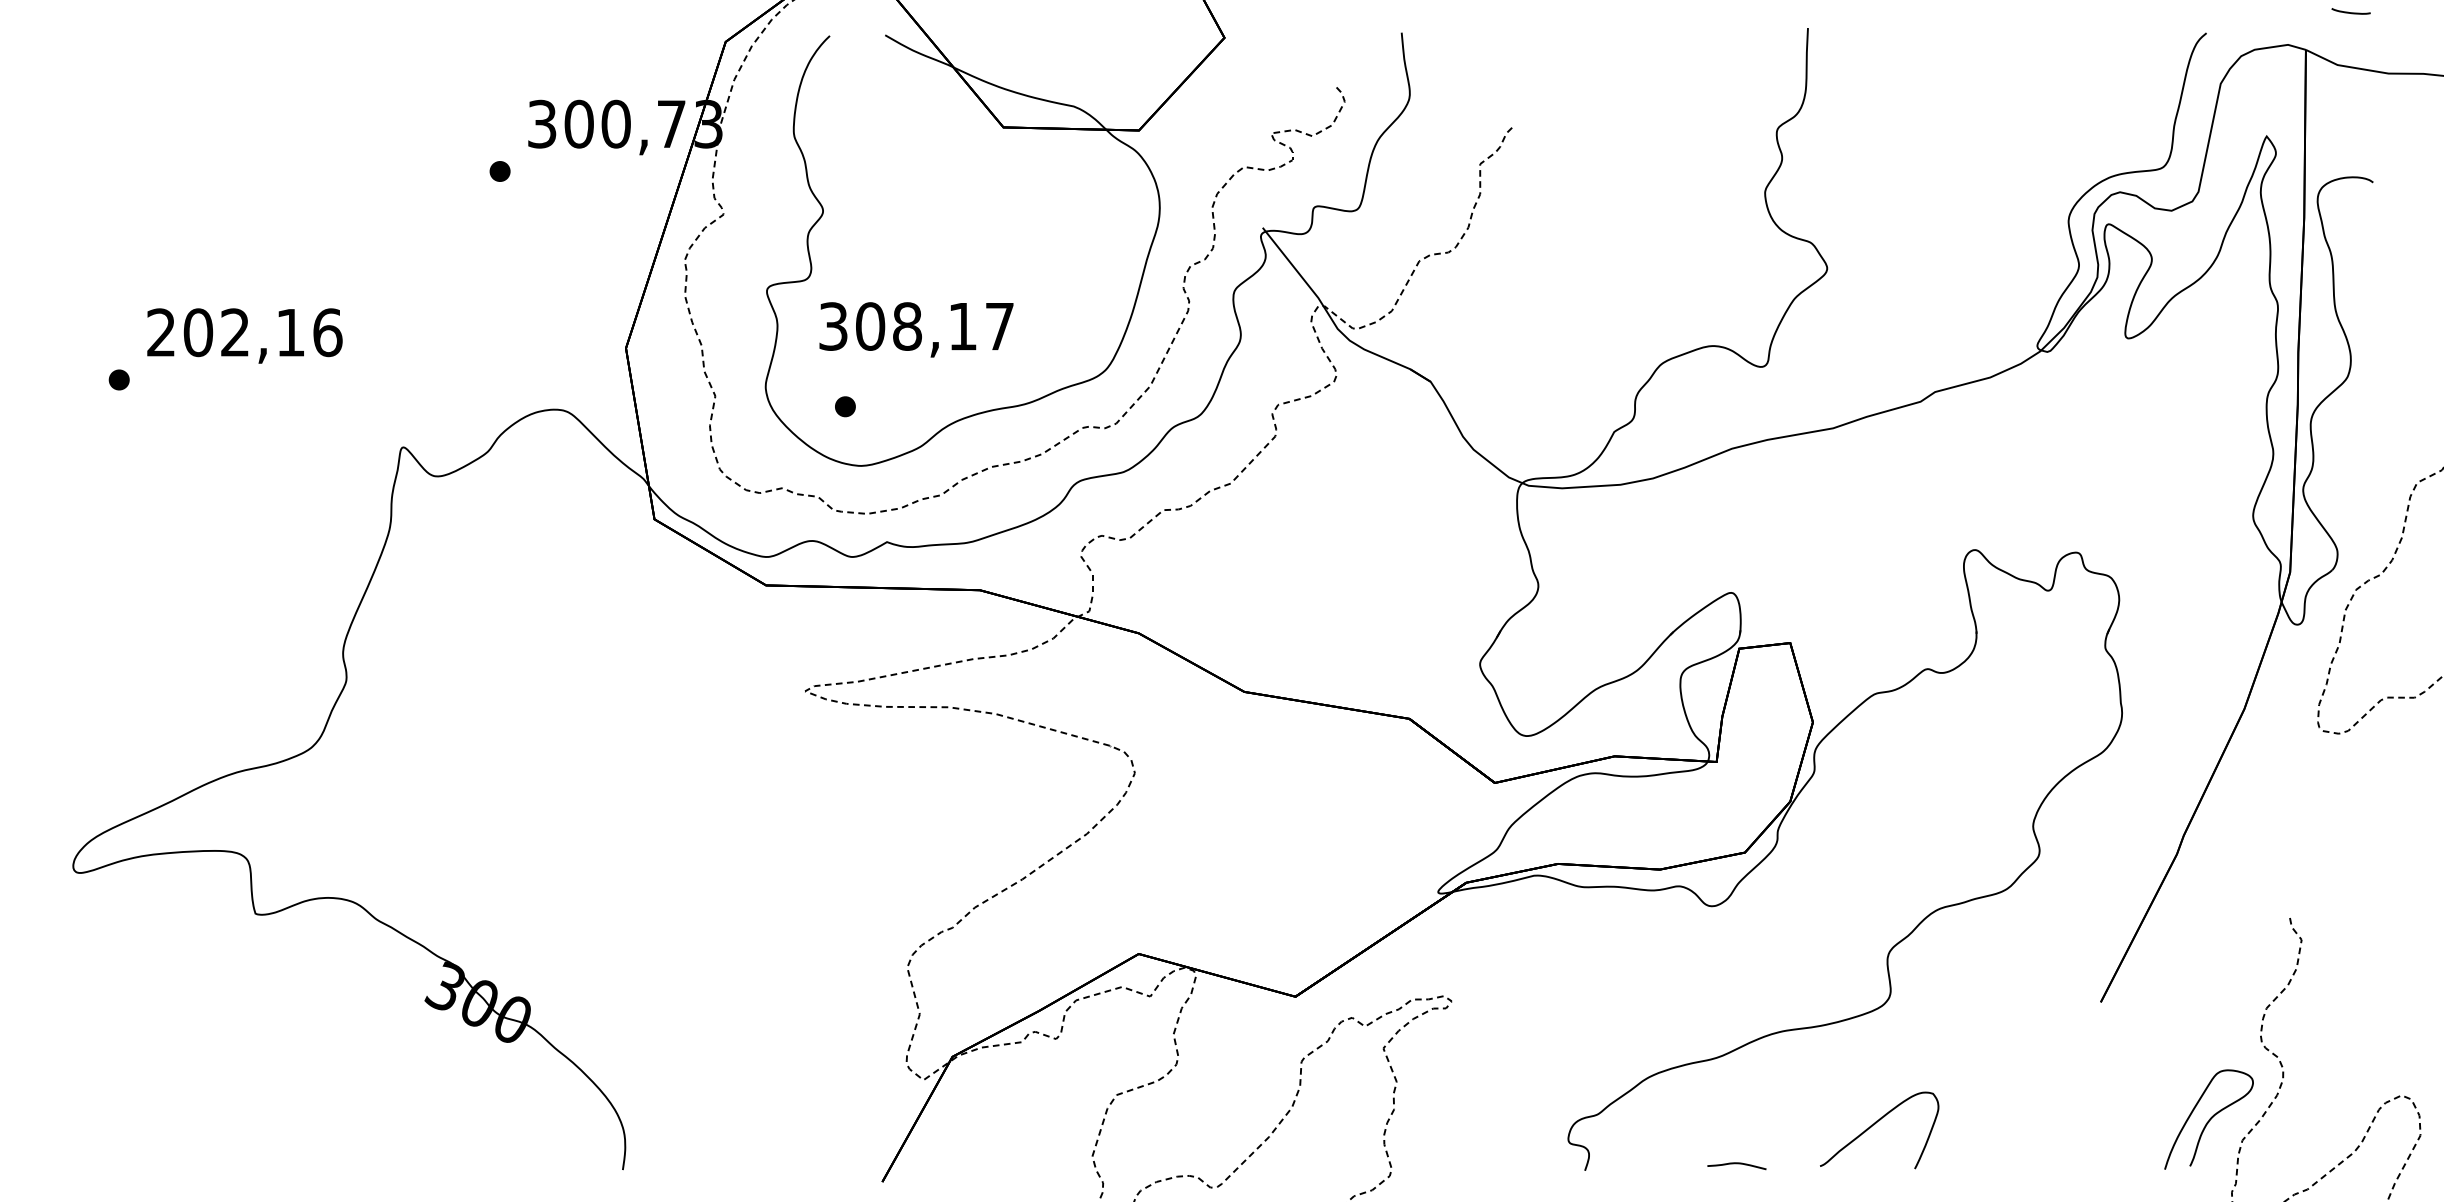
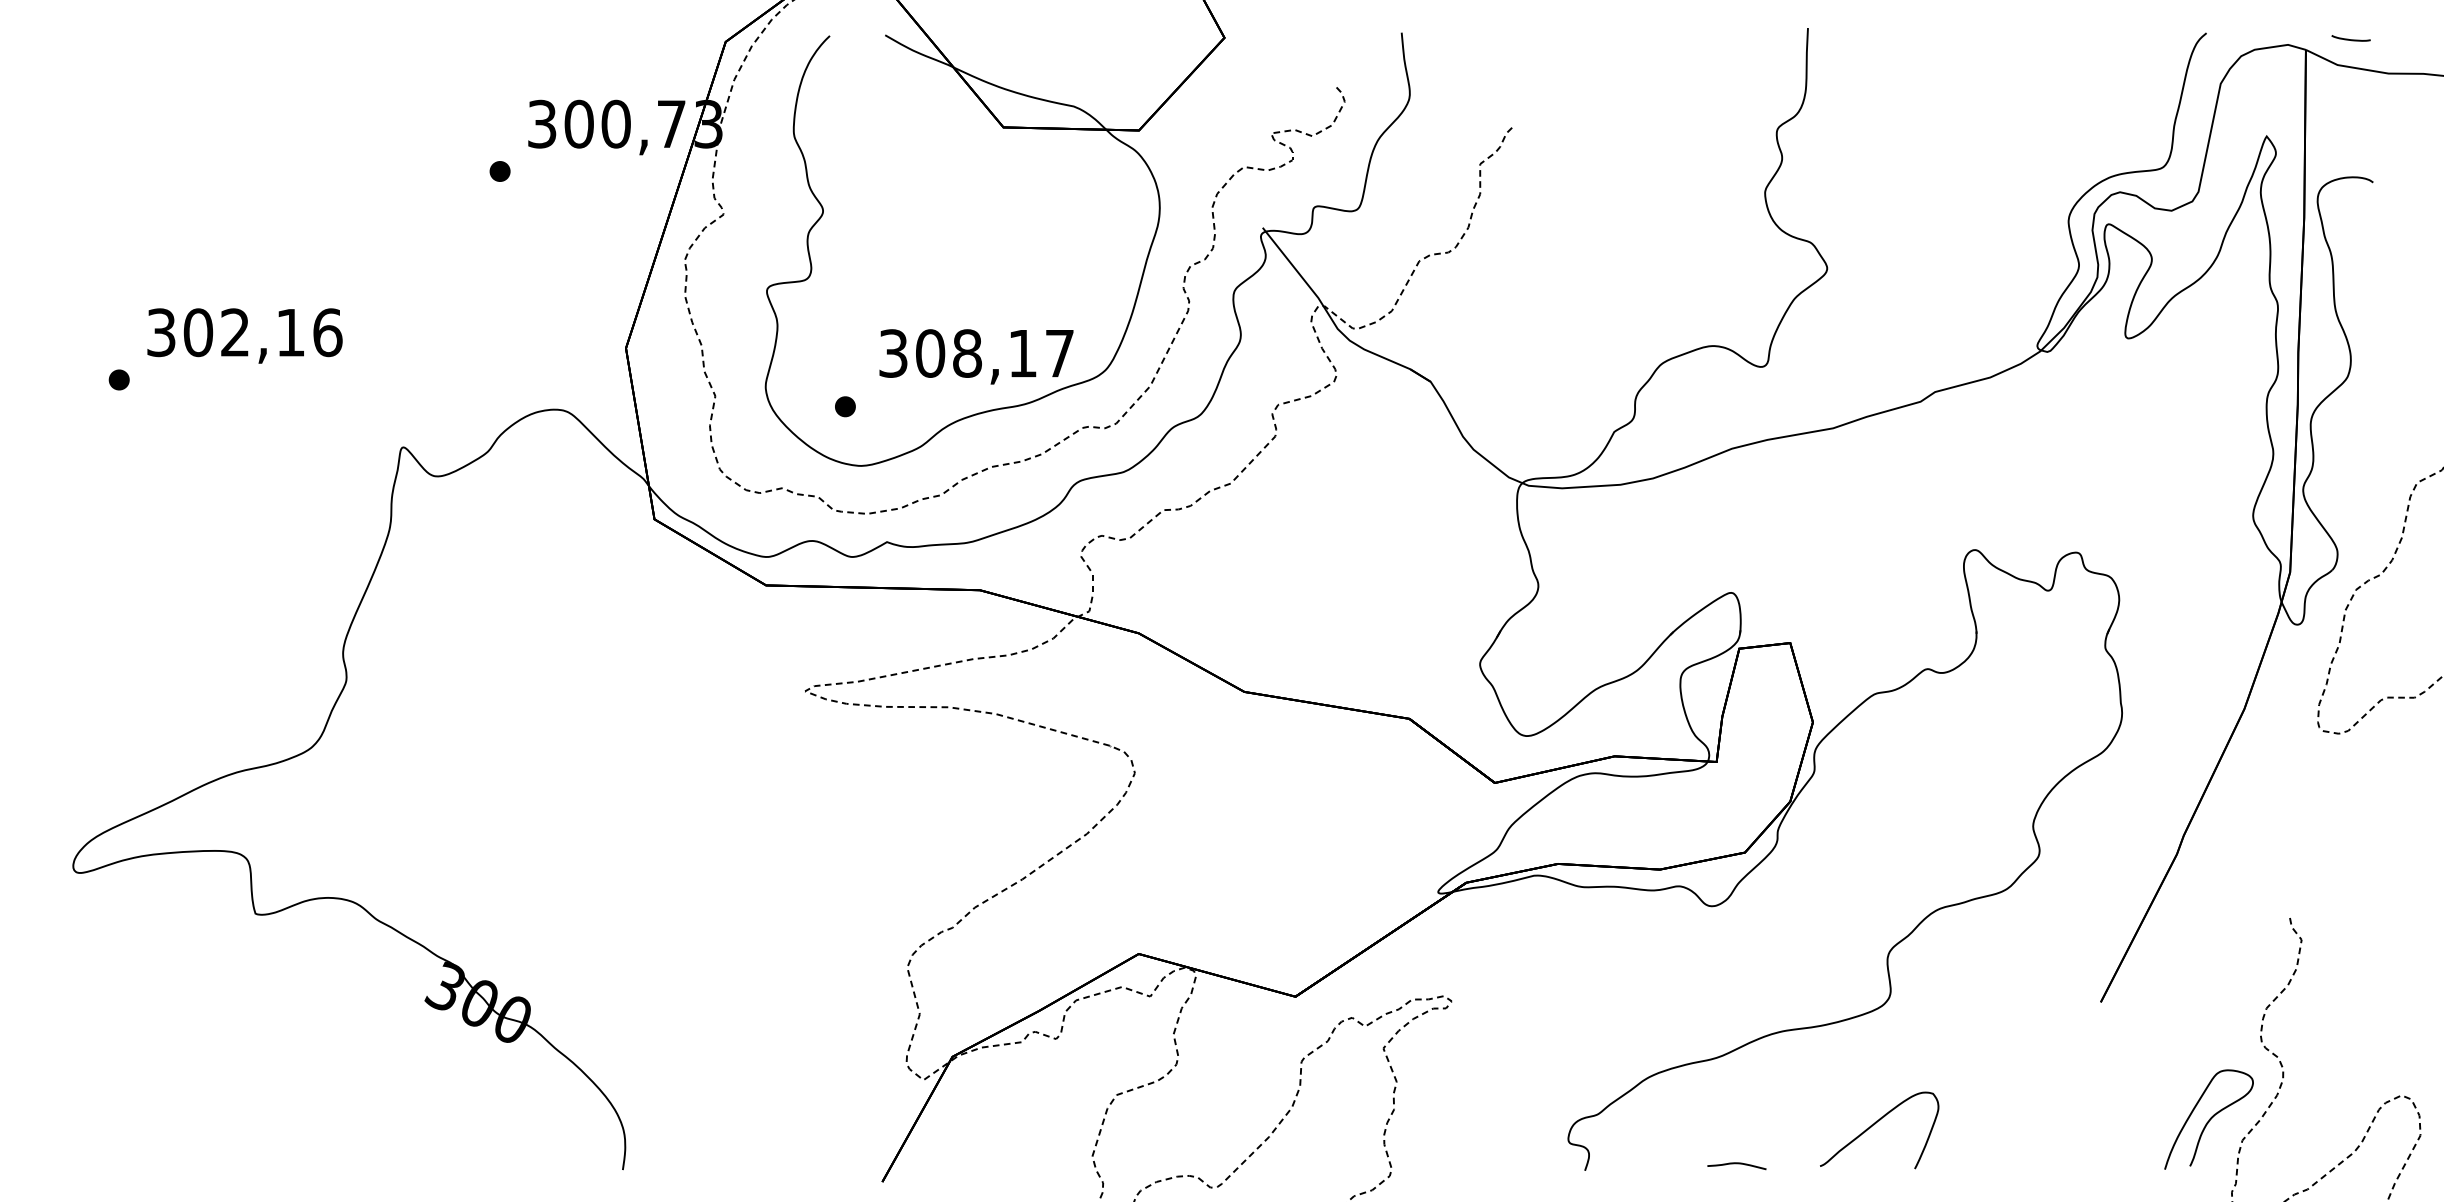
curve at (2350, 12) position: (2350, 12) -> (2350, 39)
text at (916, 329) position: (916, 329) -> (976, 356)
text at (161, 332): 202,16 -> 302,16
